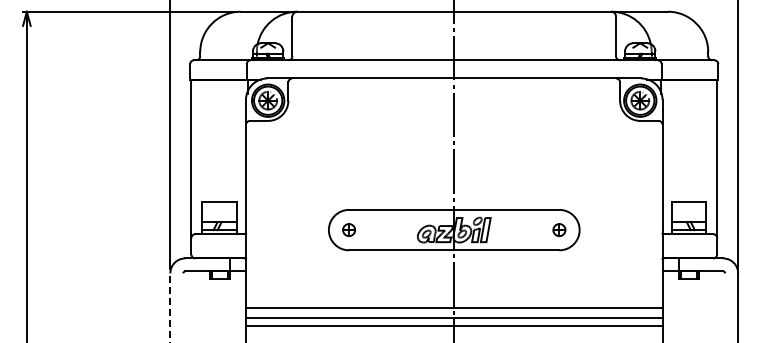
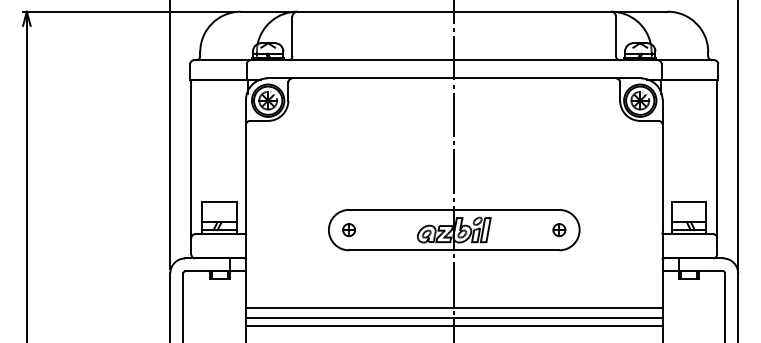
line at (183, 306): none -> present
line at (725, 306): none -> present
line at (170, 307): dashed -> solid
